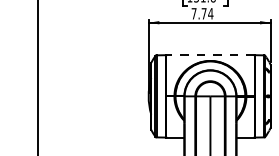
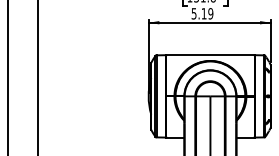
text at (202, 13): 7.74 -> 5.19
line at (209, 55): dashed -> solid
line at (7, 77): none -> present
